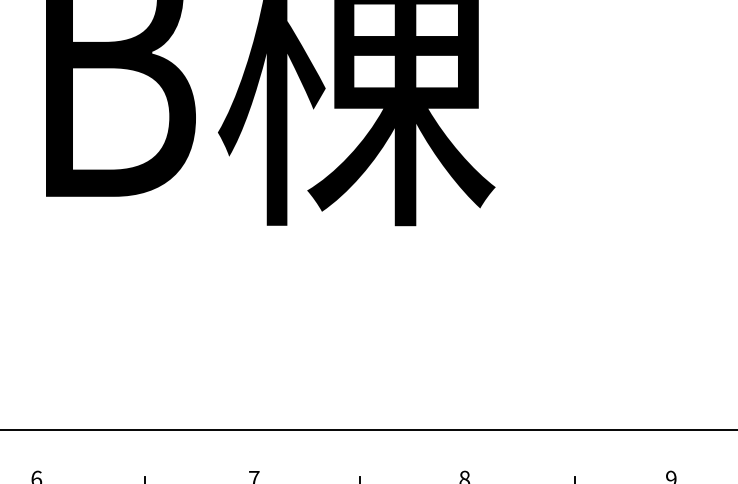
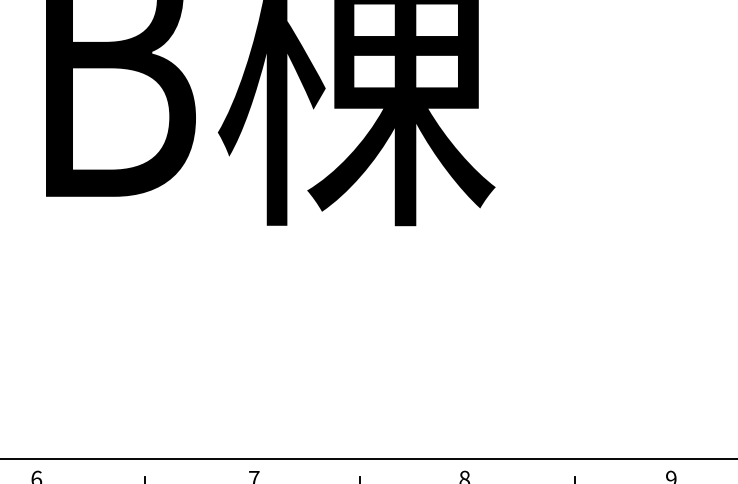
line at (368, 429) position: (368, 429) -> (368, 458)
